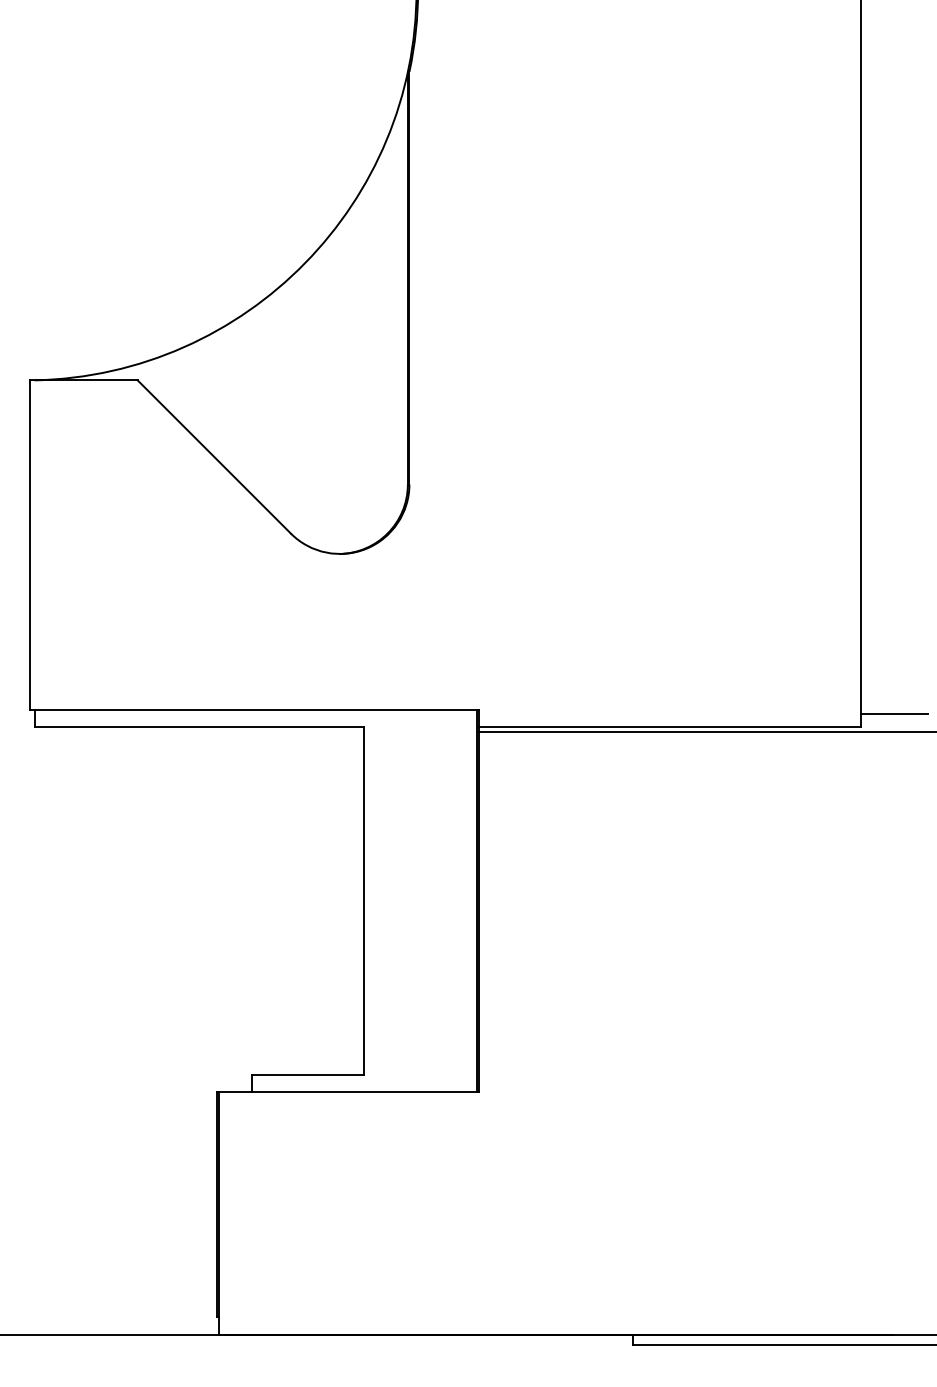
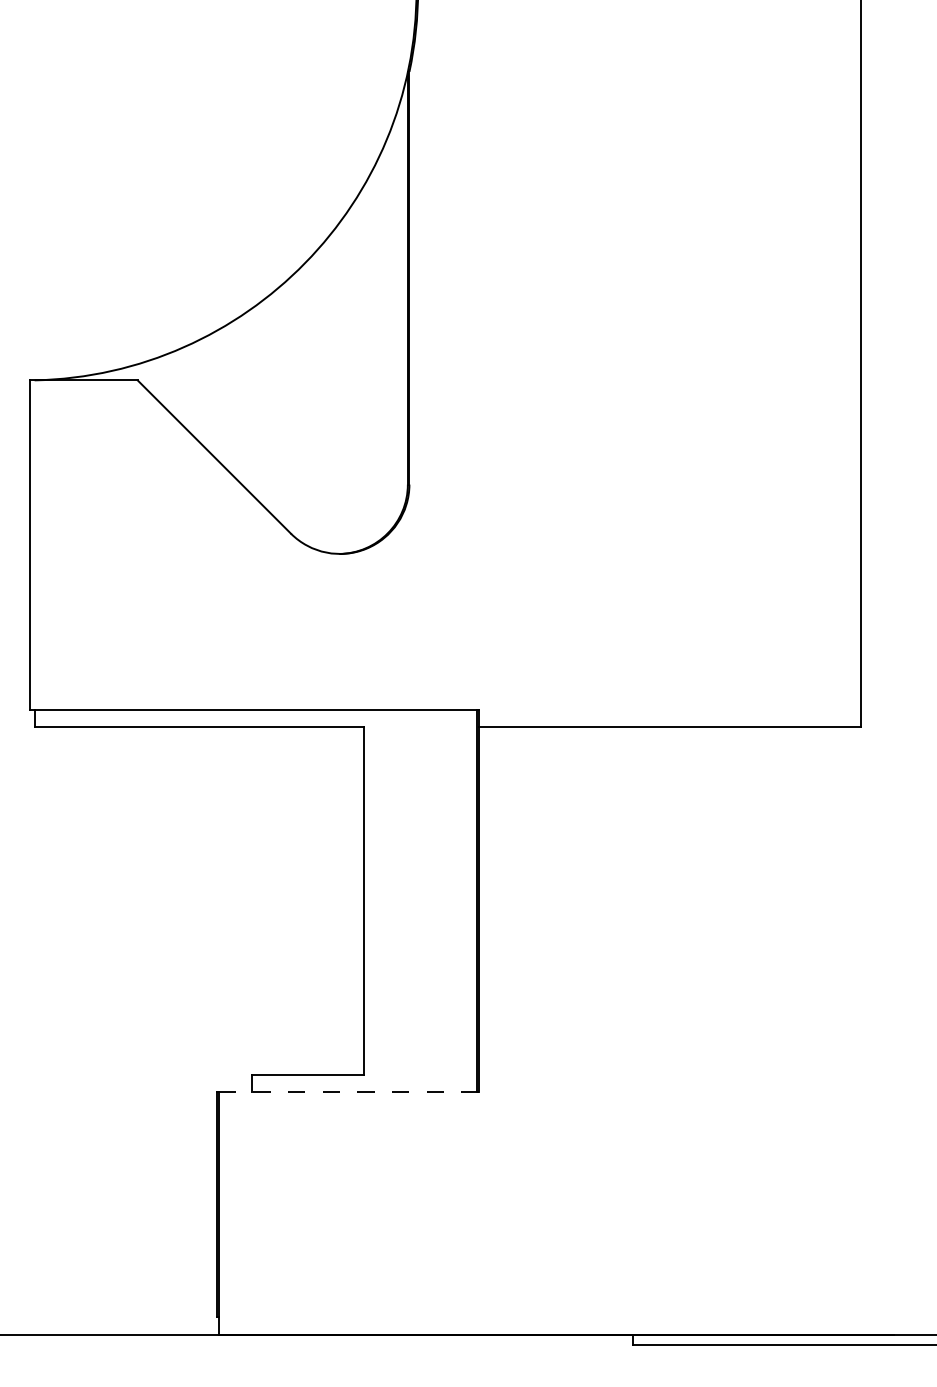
line at (894, 714): present -> none
line at (705, 732): present -> none
line at (349, 1091): solid -> dashed
